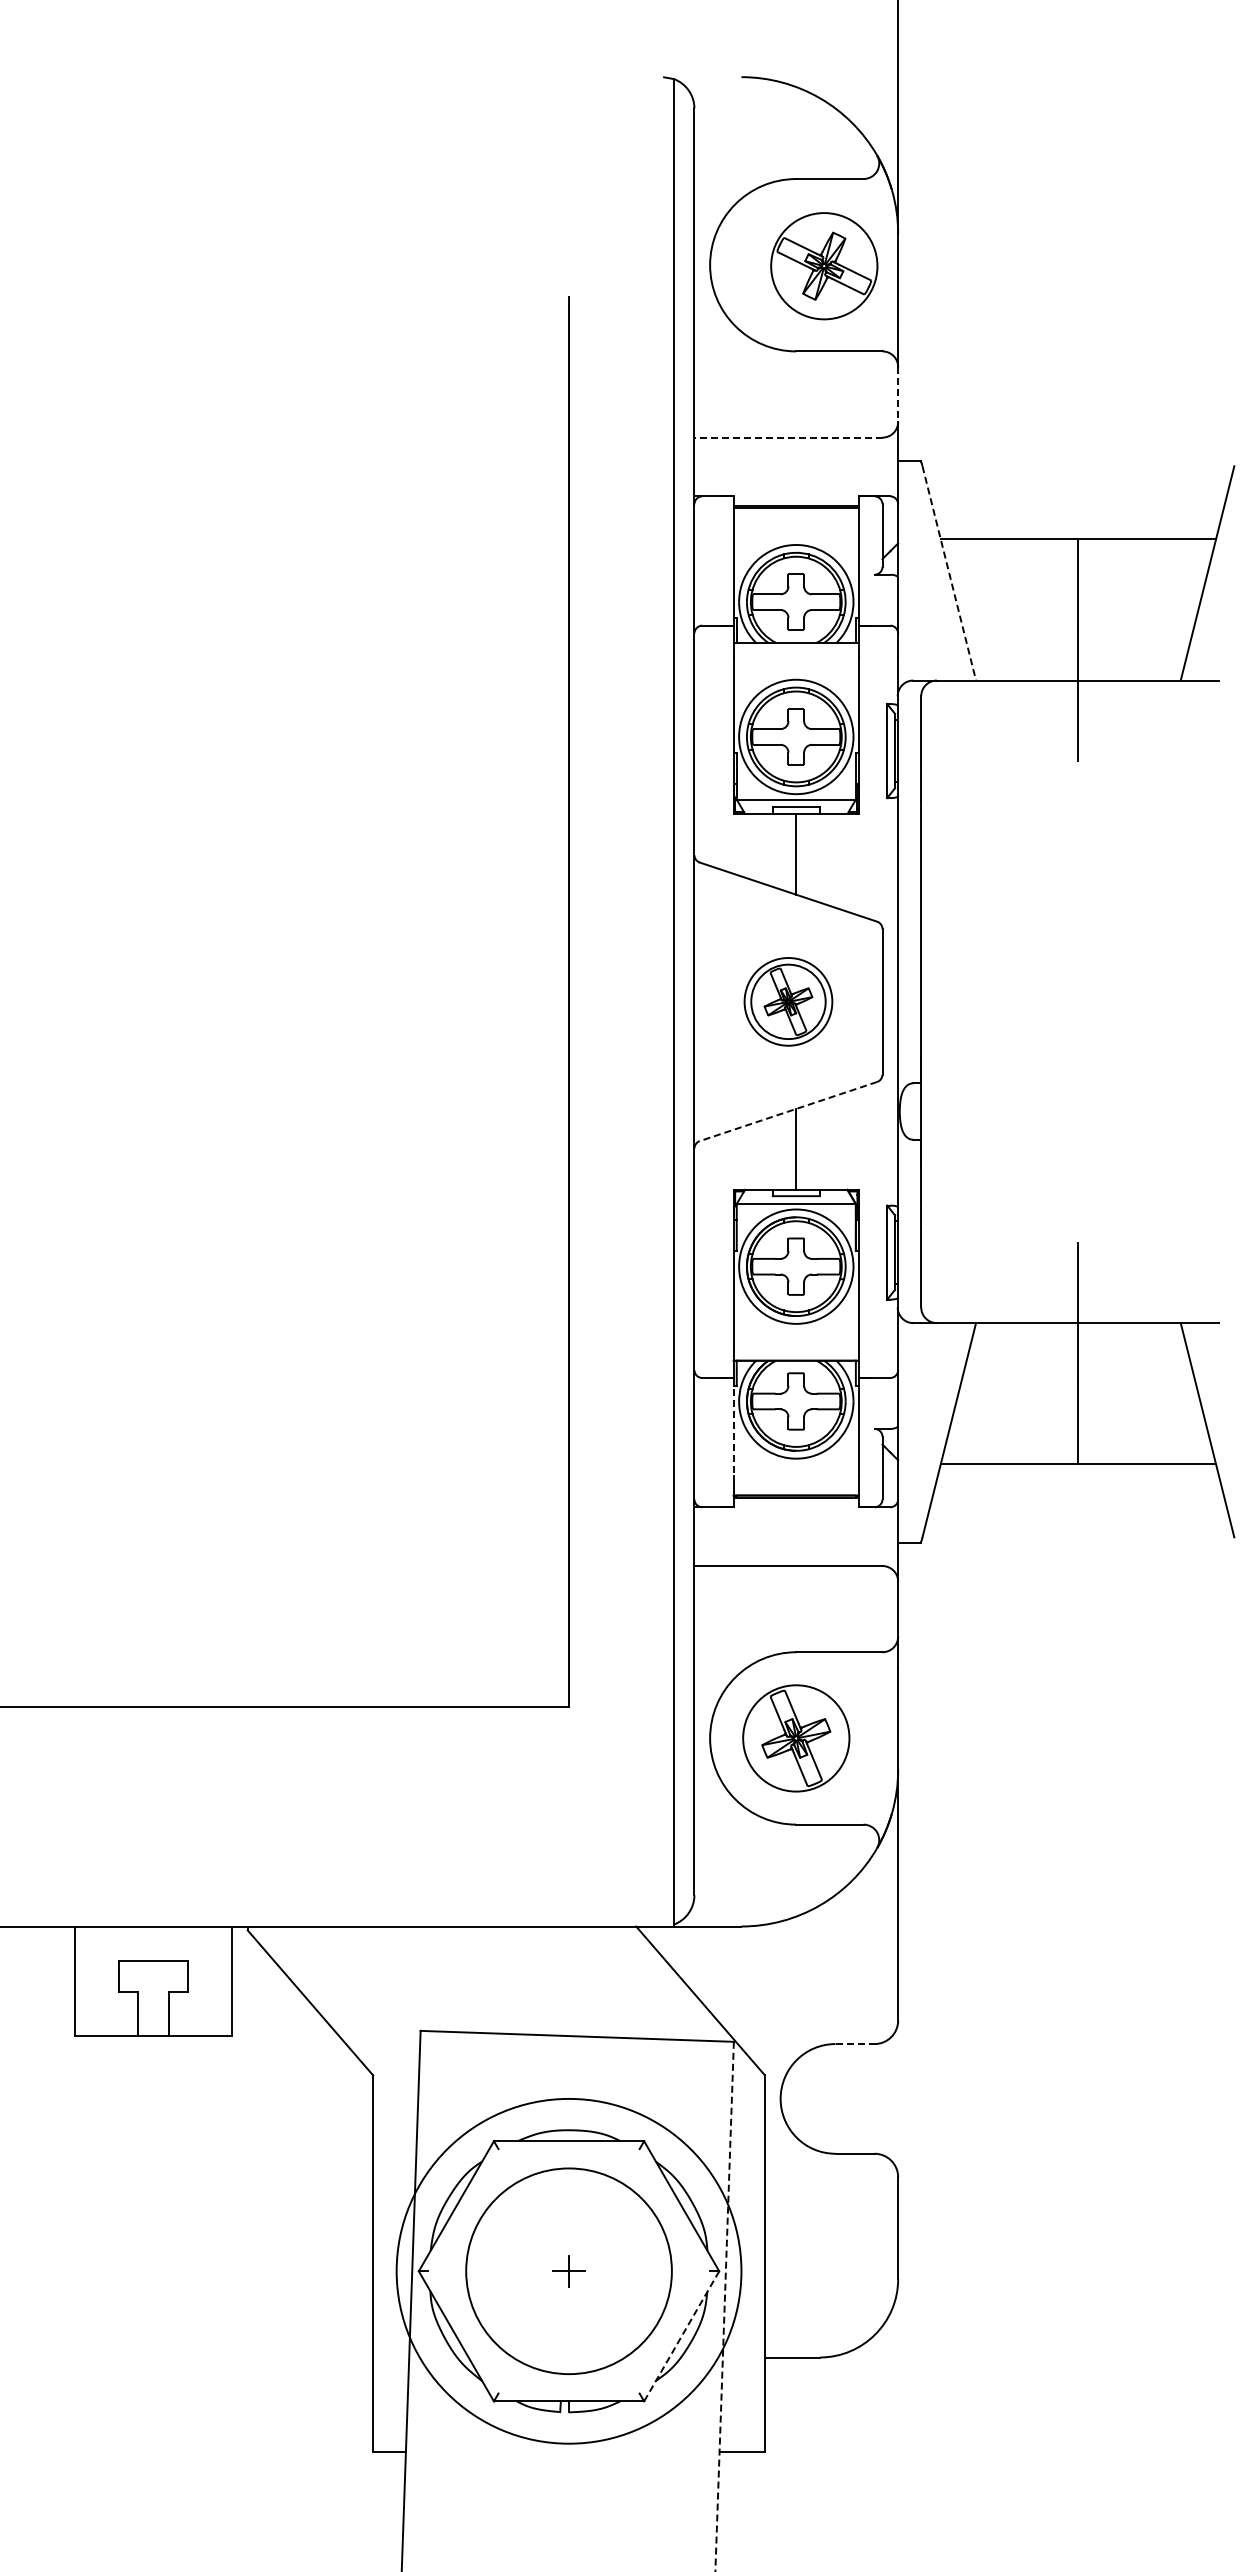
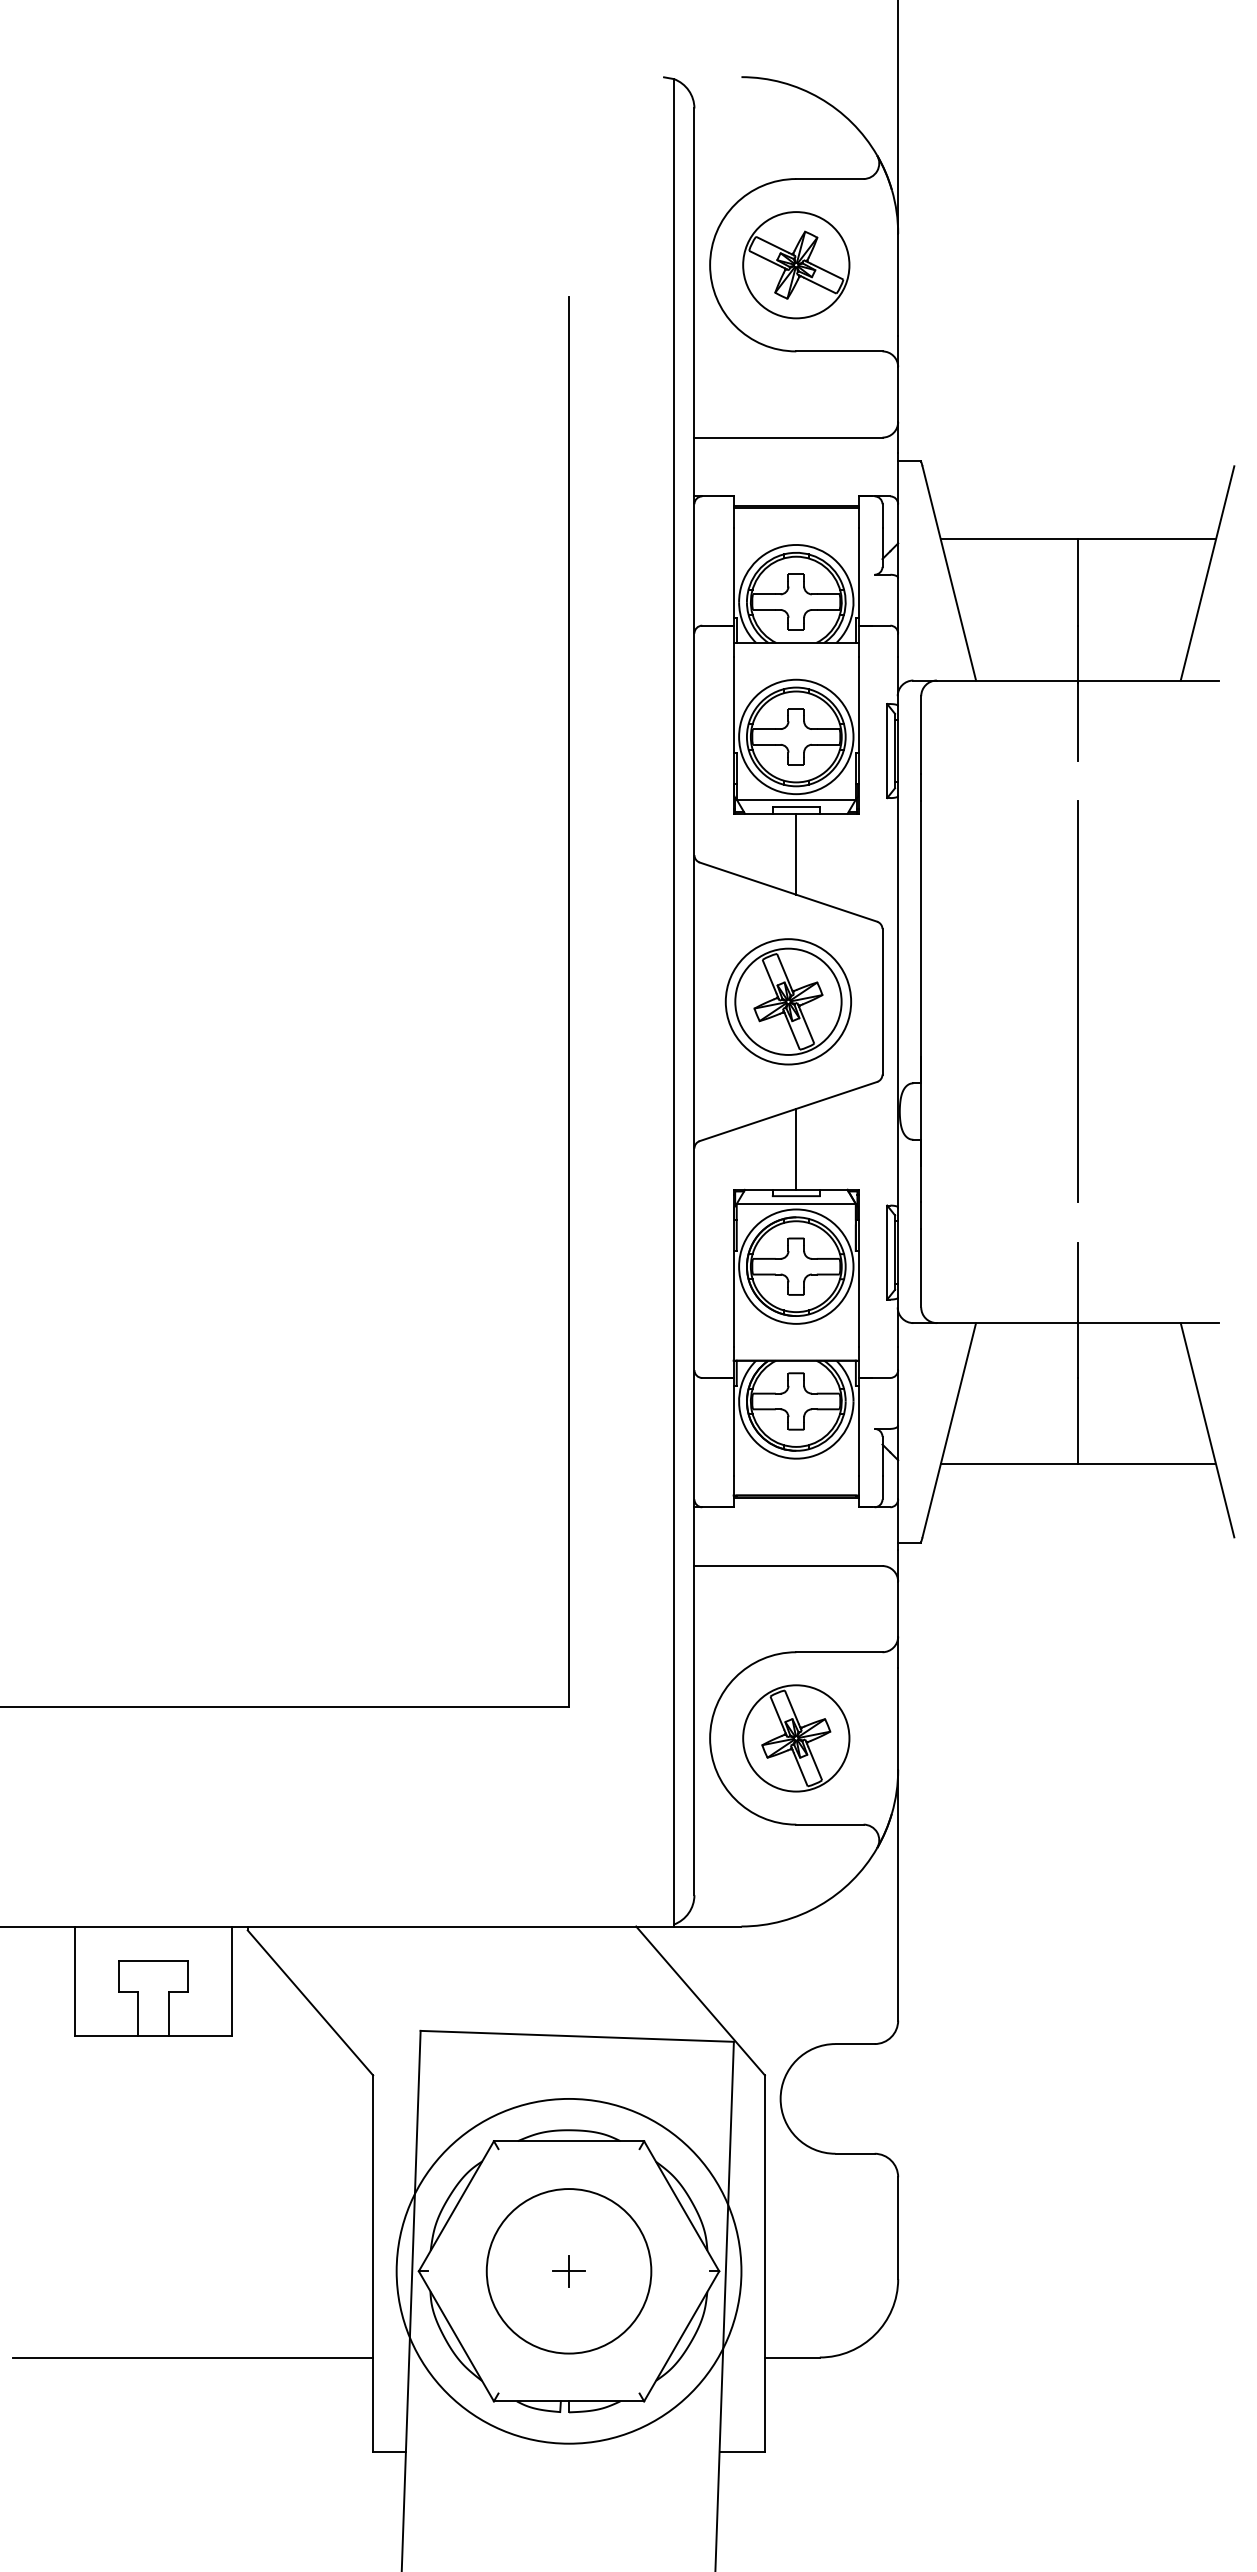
part at (824, 266) position: (824, 266) -> (796, 265)
line at (898, 395): dashed -> solid
line at (787, 437): dashed -> solid
line at (949, 573): dashed -> solid
part at (788, 1001) size: 91x90 px -> 129x128 px
line at (1077, 1001): none -> present
line at (788, 1111): dashed -> solid
line at (733, 1426): dashed -> solid
line at (855, 2044): dashed -> solid
circle at (568, 2271) diameter: 206 px -> 165 px
line at (724, 2307): dashed -> solid
line at (681, 2336): dashed -> solid
line at (192, 2357): none -> present
